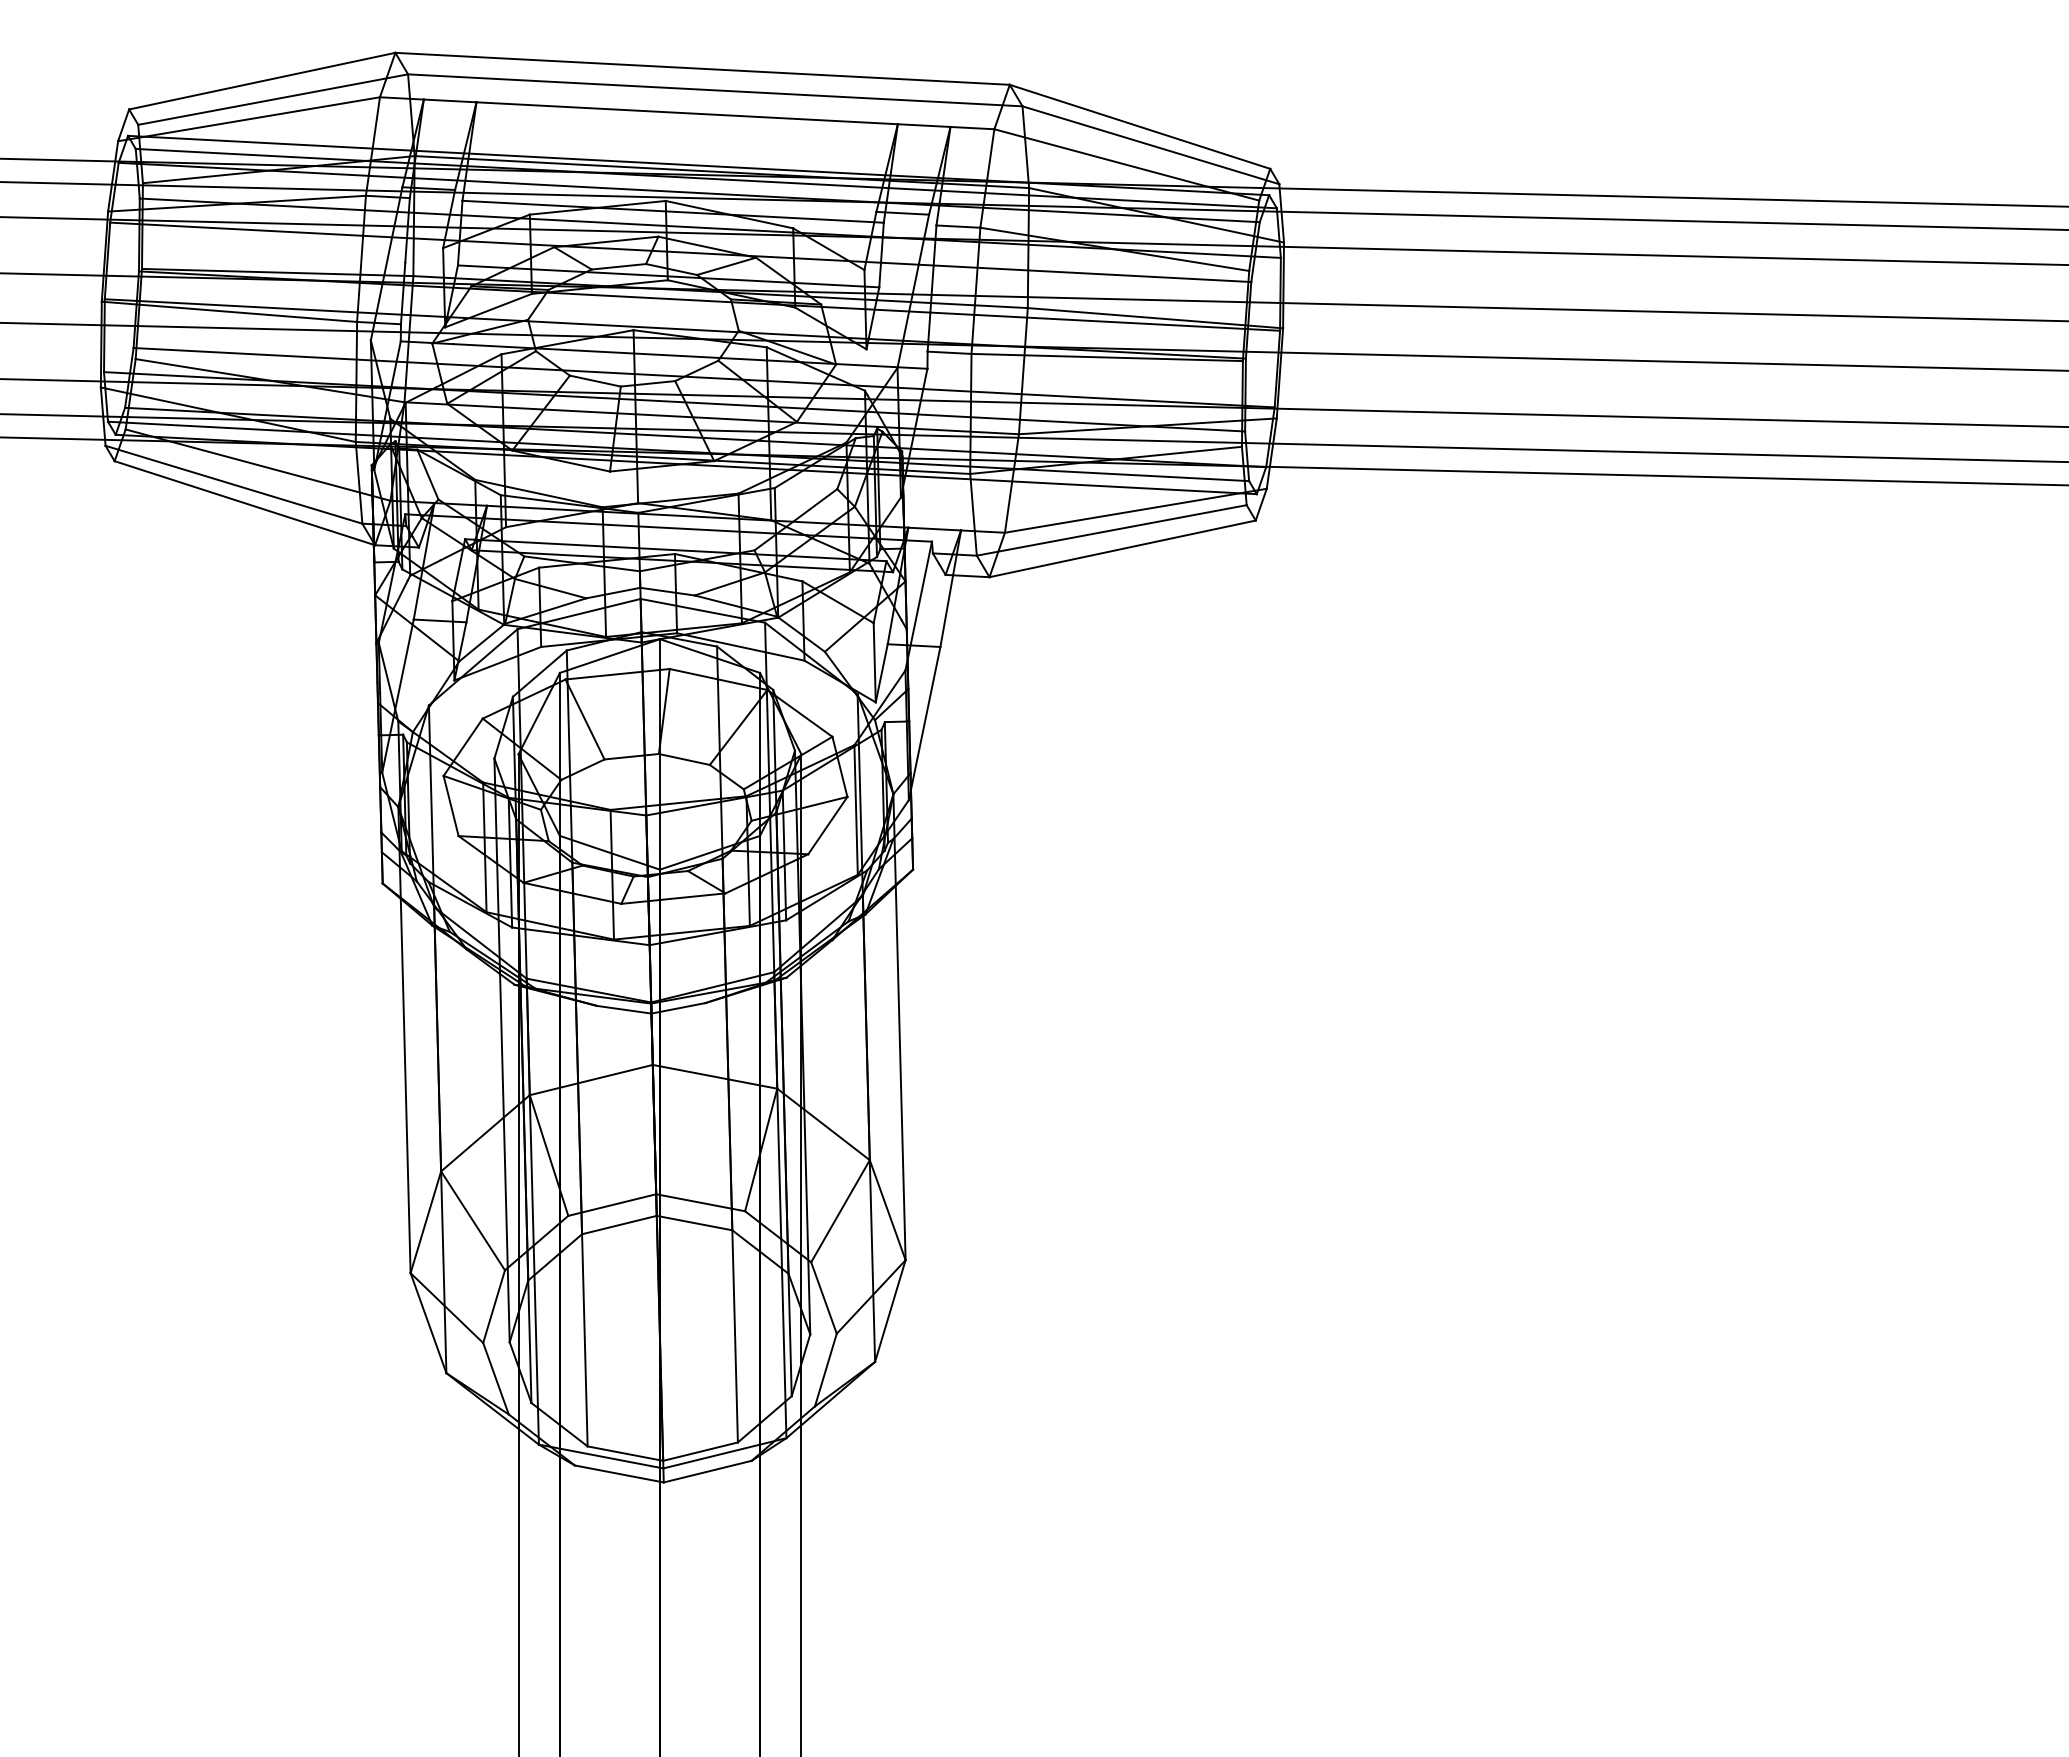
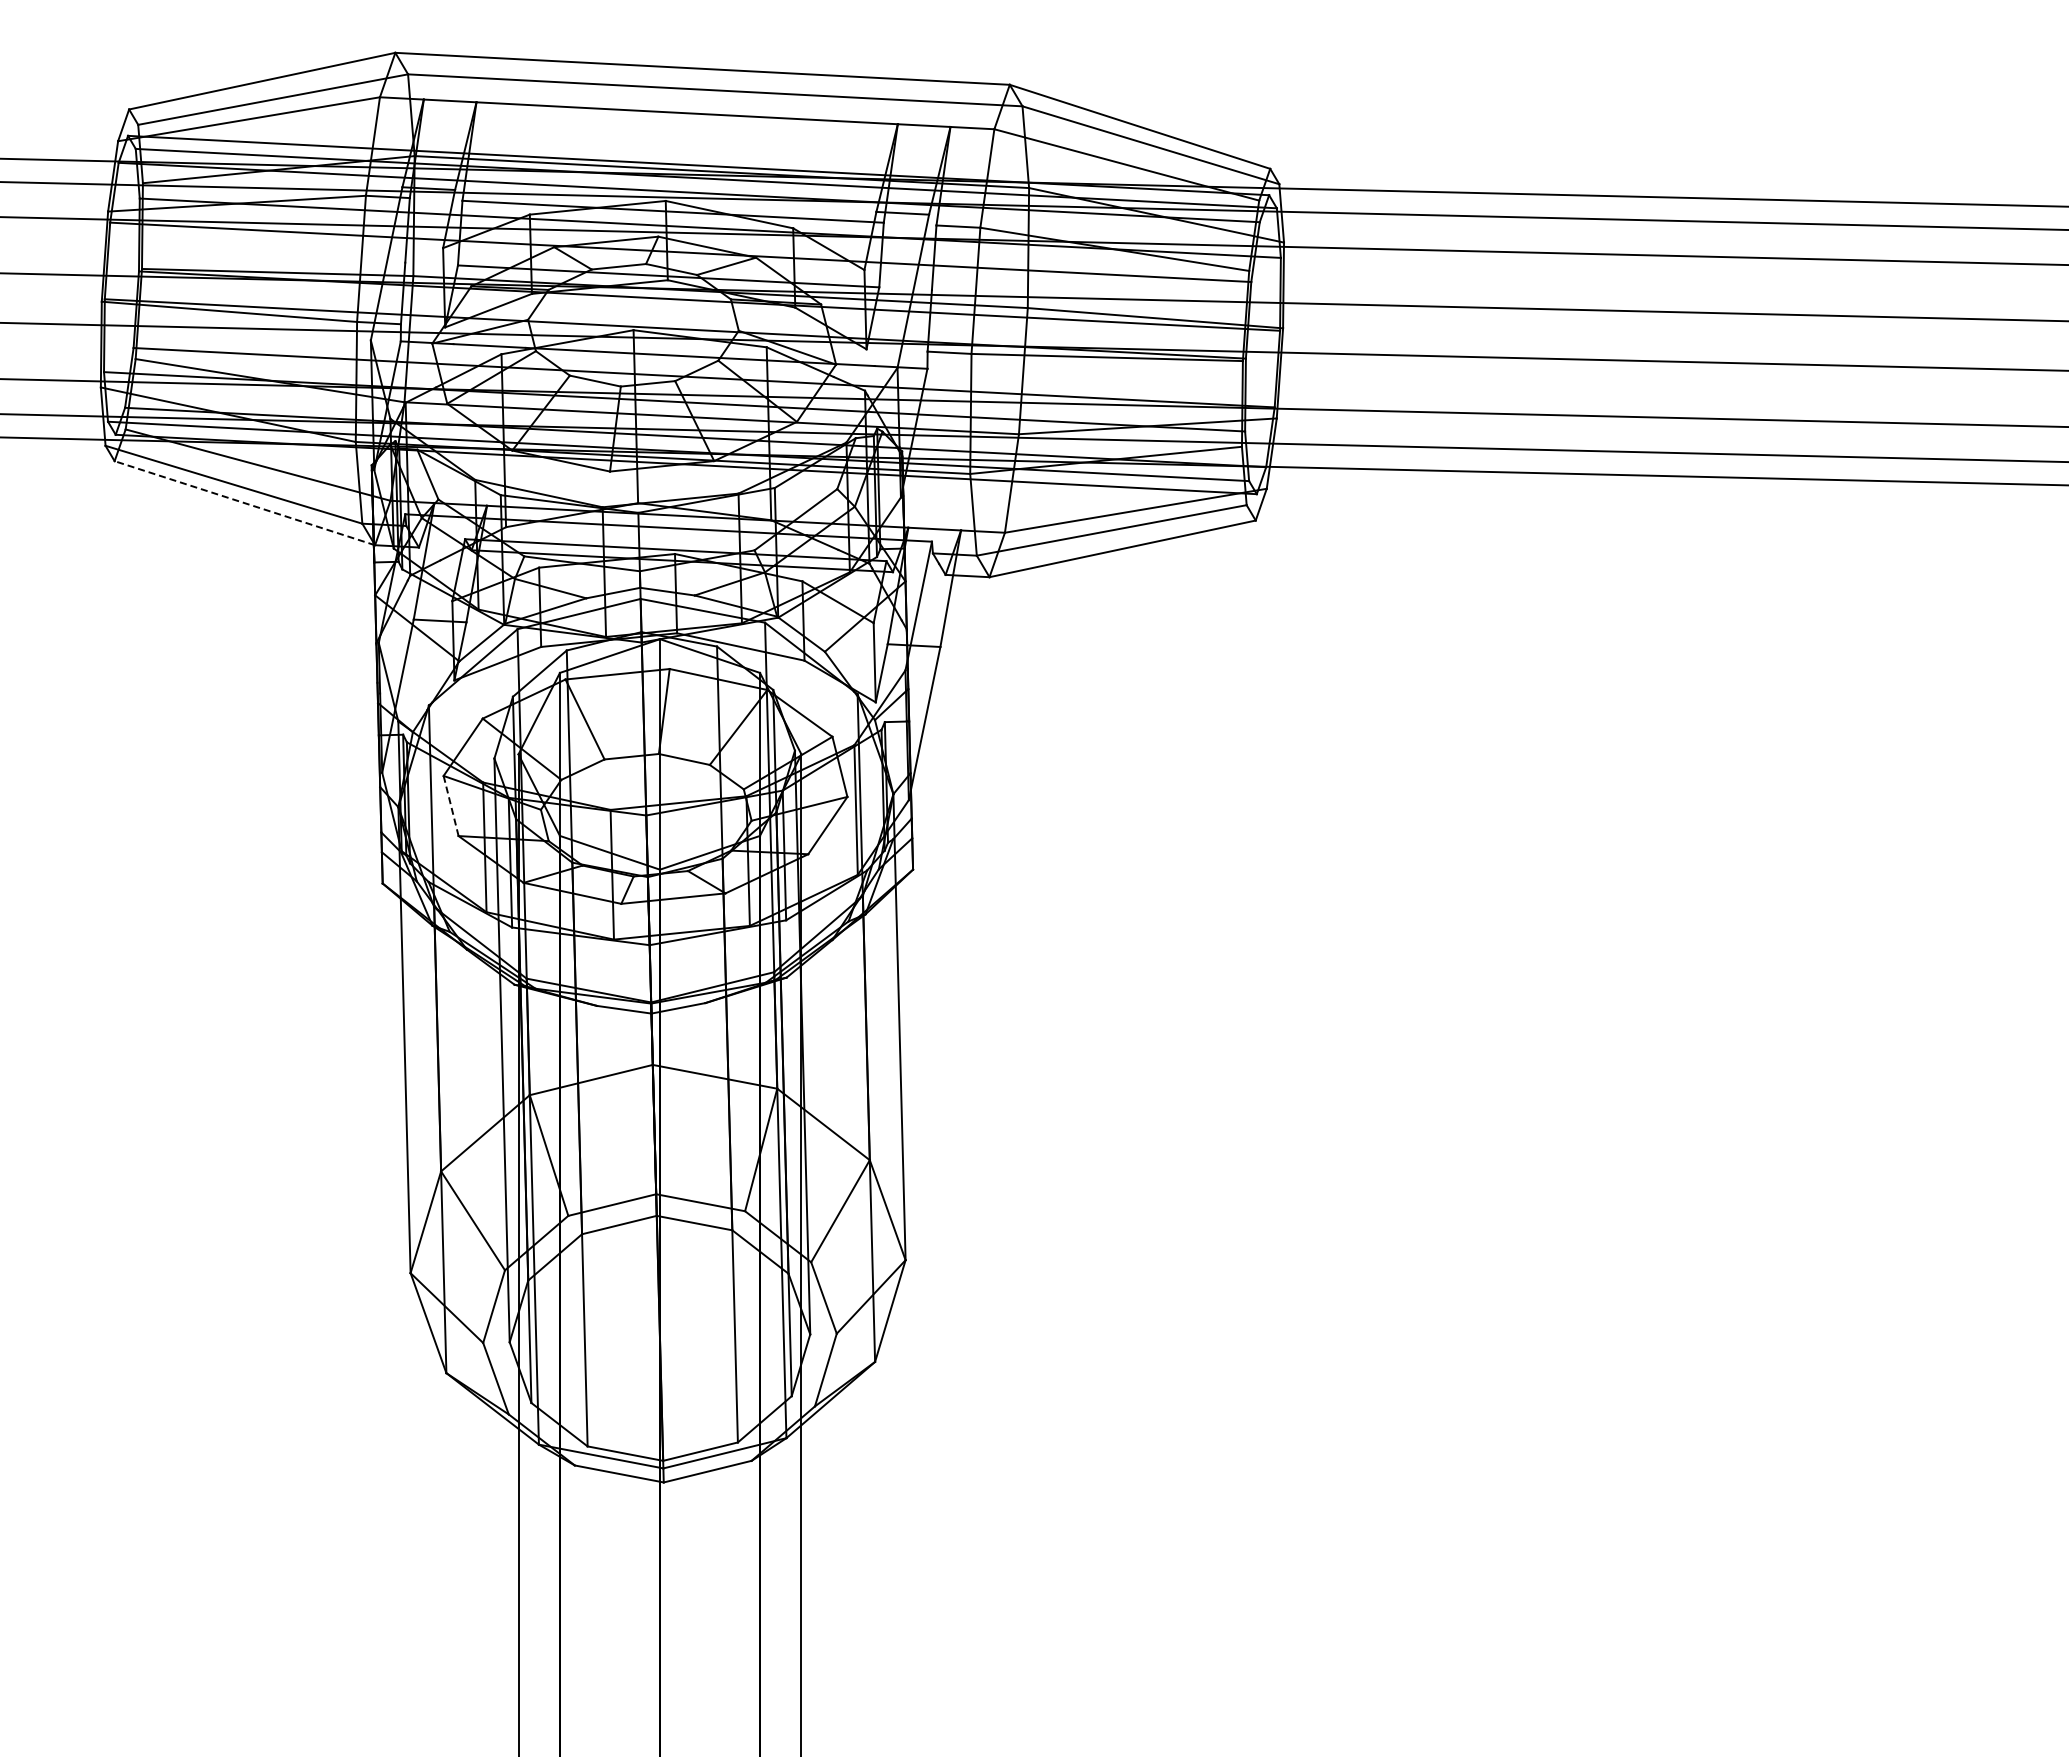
line at (244, 503): solid -> dashed
line at (451, 806): solid -> dashed
